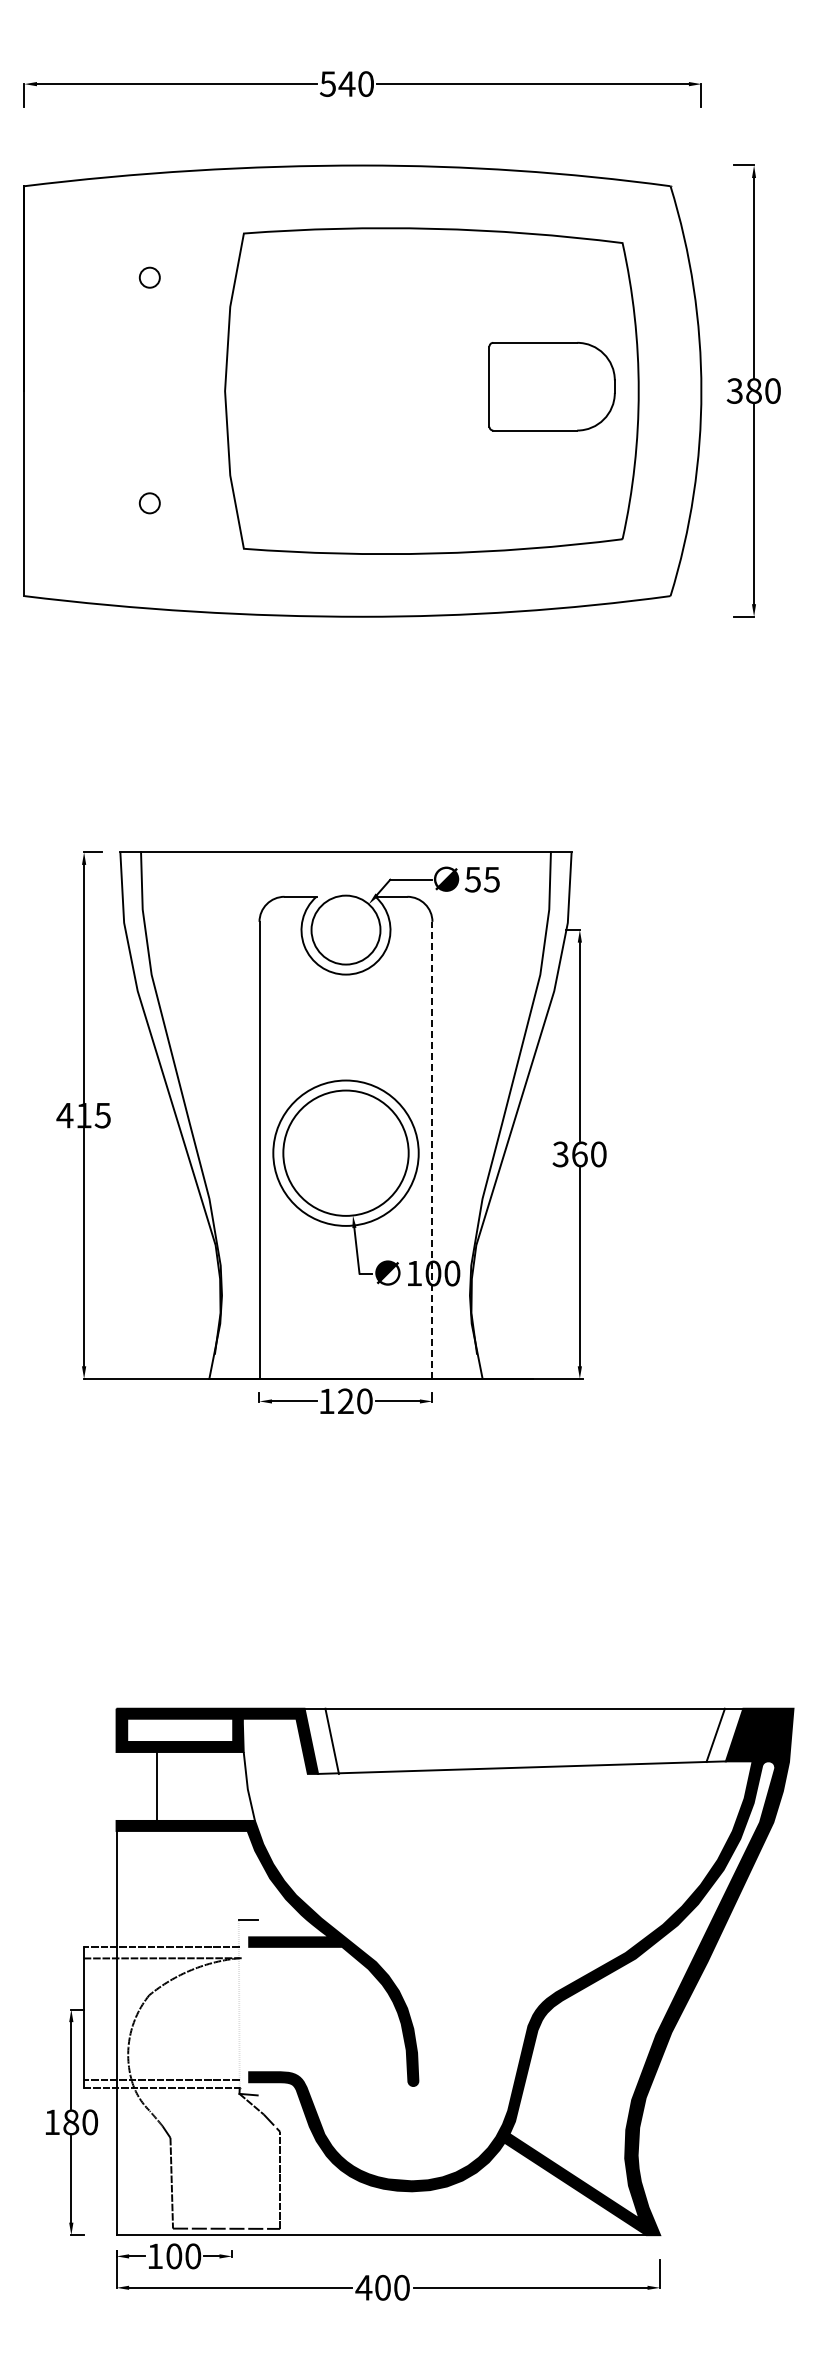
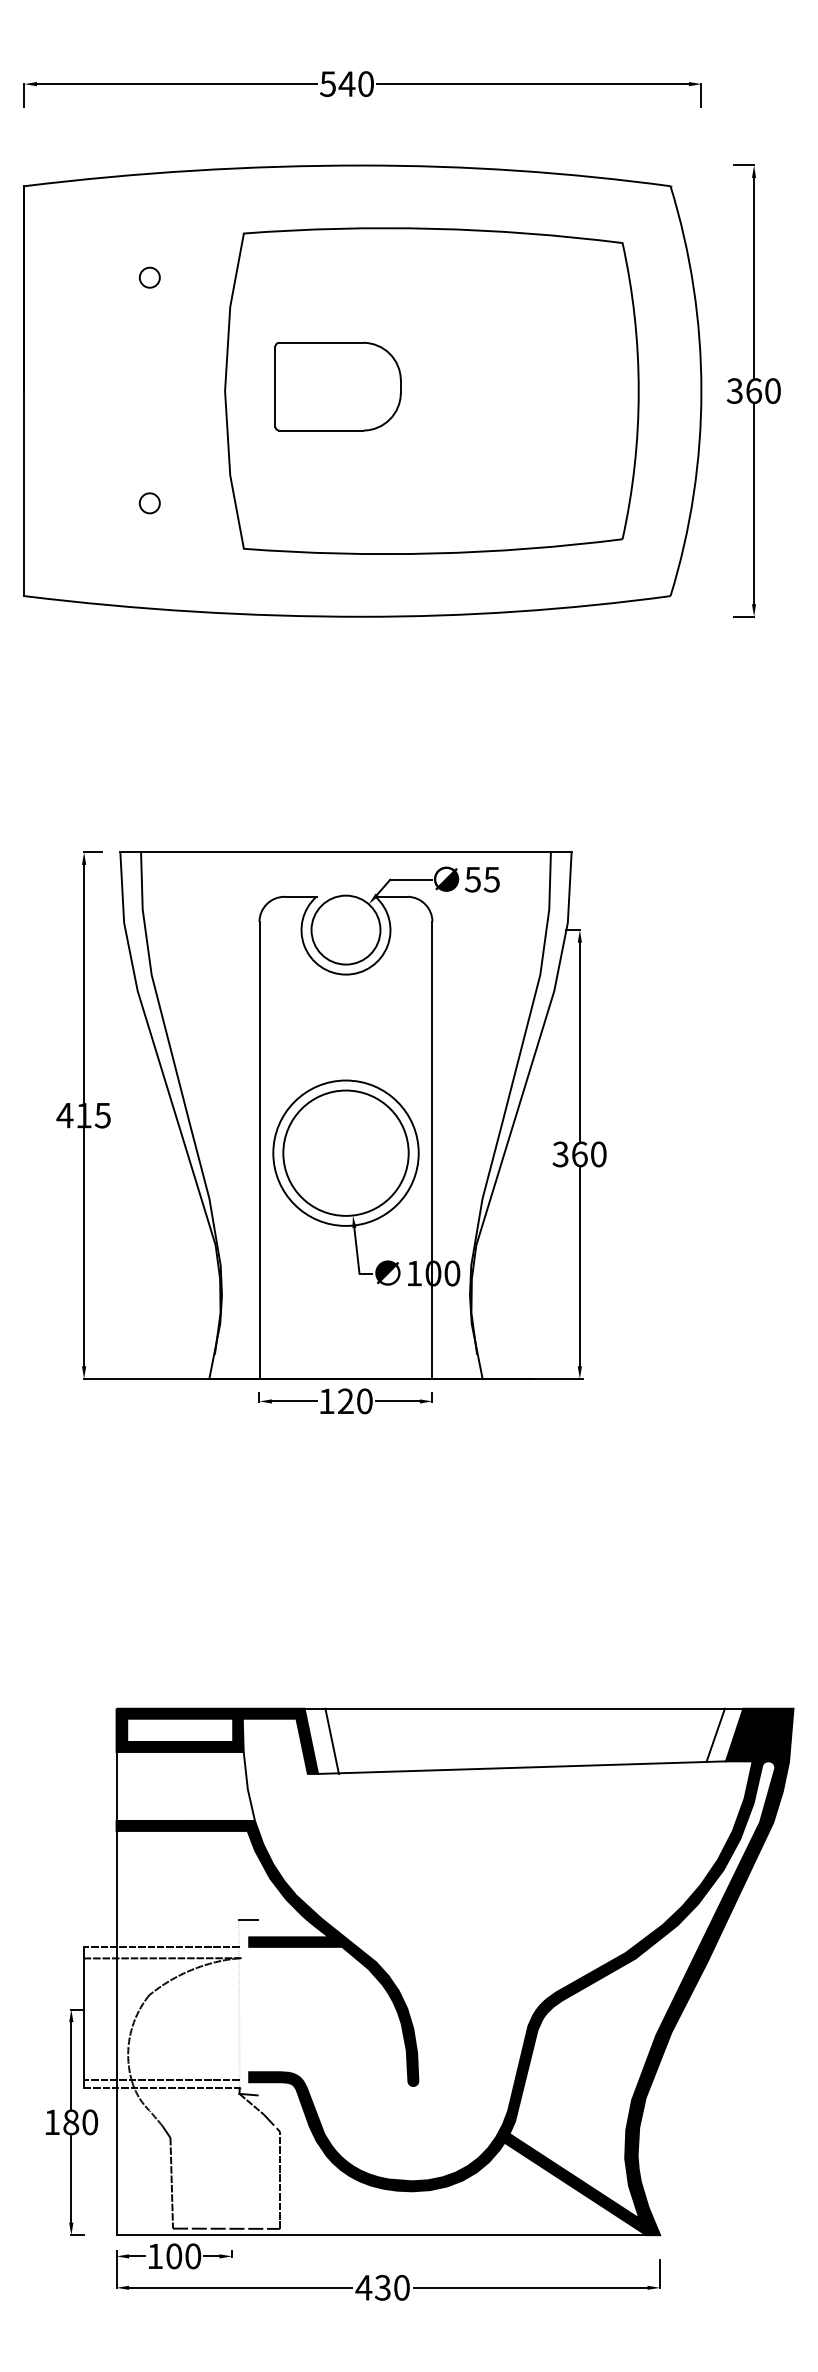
part at (551, 386) position: (551, 386) -> (337, 386)
text at (754, 390): 380 -> 360
line at (432, 1149): dashed -> solid
line at (156, 1786) position: (156, 1786) -> (116, 1786)
text at (382, 2287): 400 -> 430
